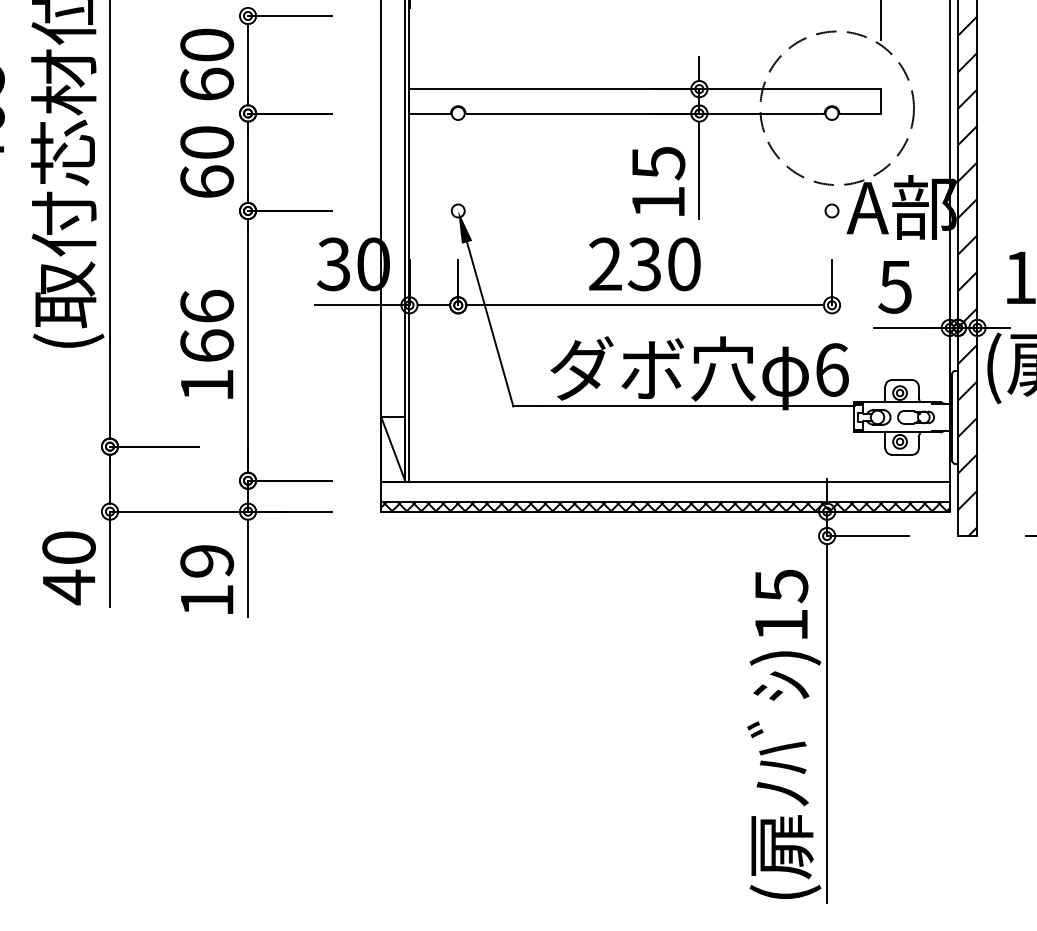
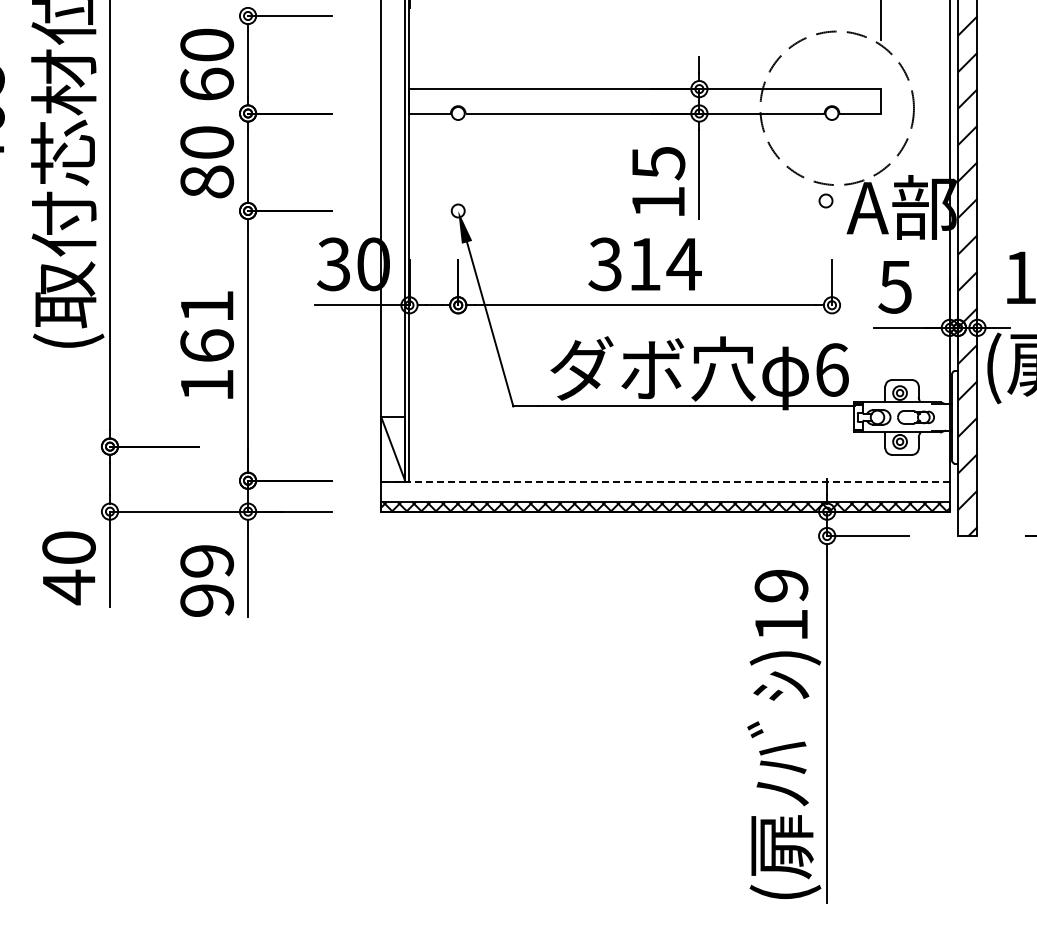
text at (206, 181): 60 -> 80
circle at (831, 210) position: (831, 210) -> (825, 200)
text at (644, 264): 230 -> 314
text at (207, 305): 166 -> 161
line at (664, 481): solid -> dashed
text at (781, 586): )15 -> )19
text at (207, 600): 19 -> 99
